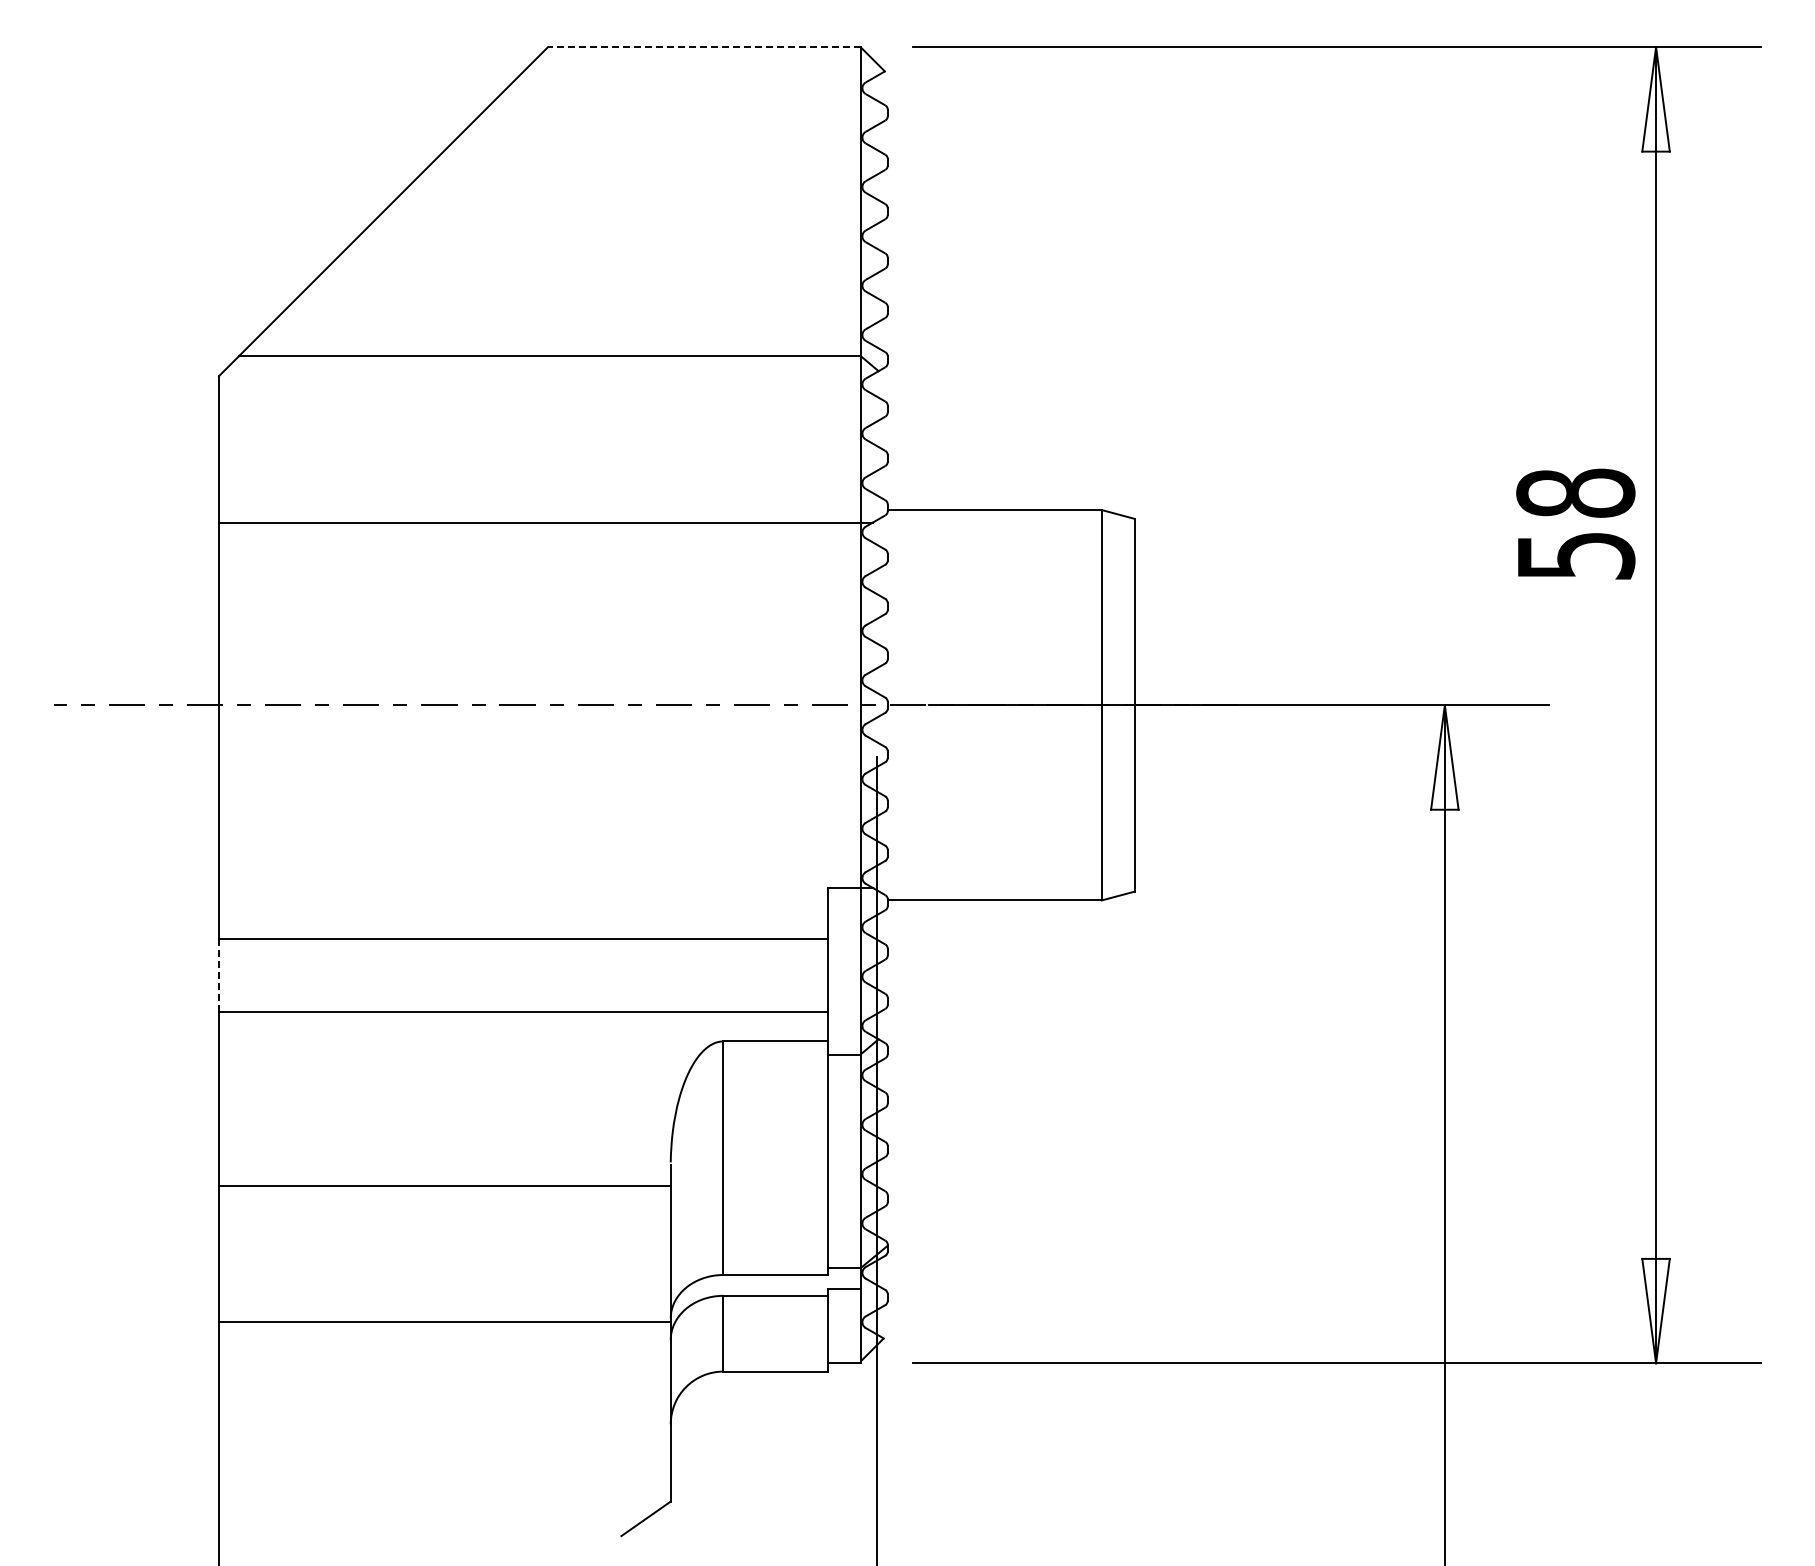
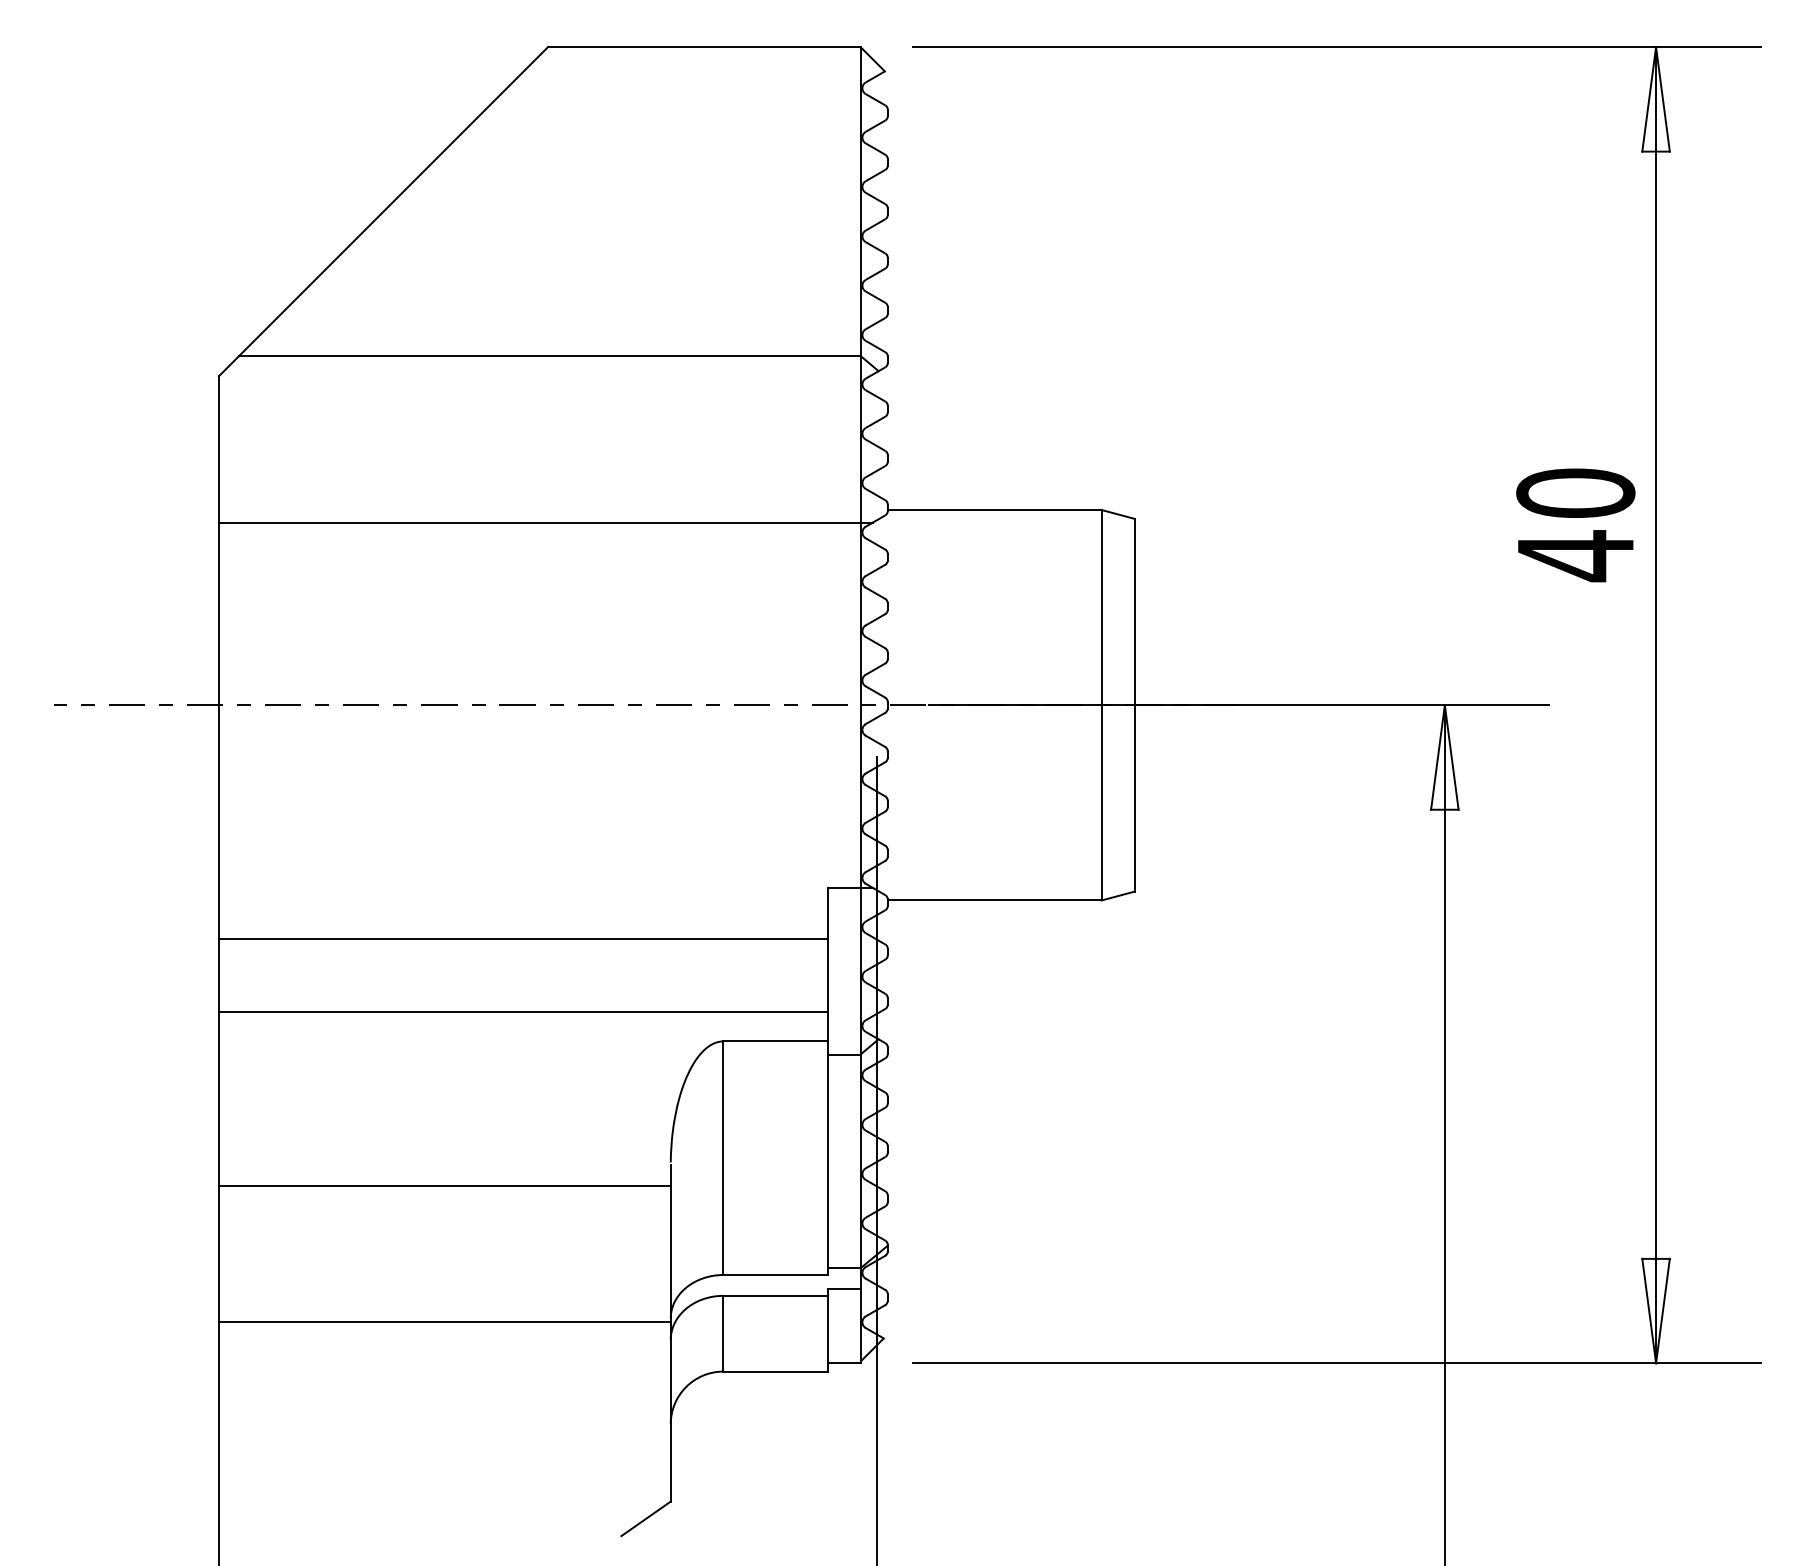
line at (703, 47): dashed -> solid
text at (1575, 525): 58 -> 40
line at (218, 975): dashed -> solid
